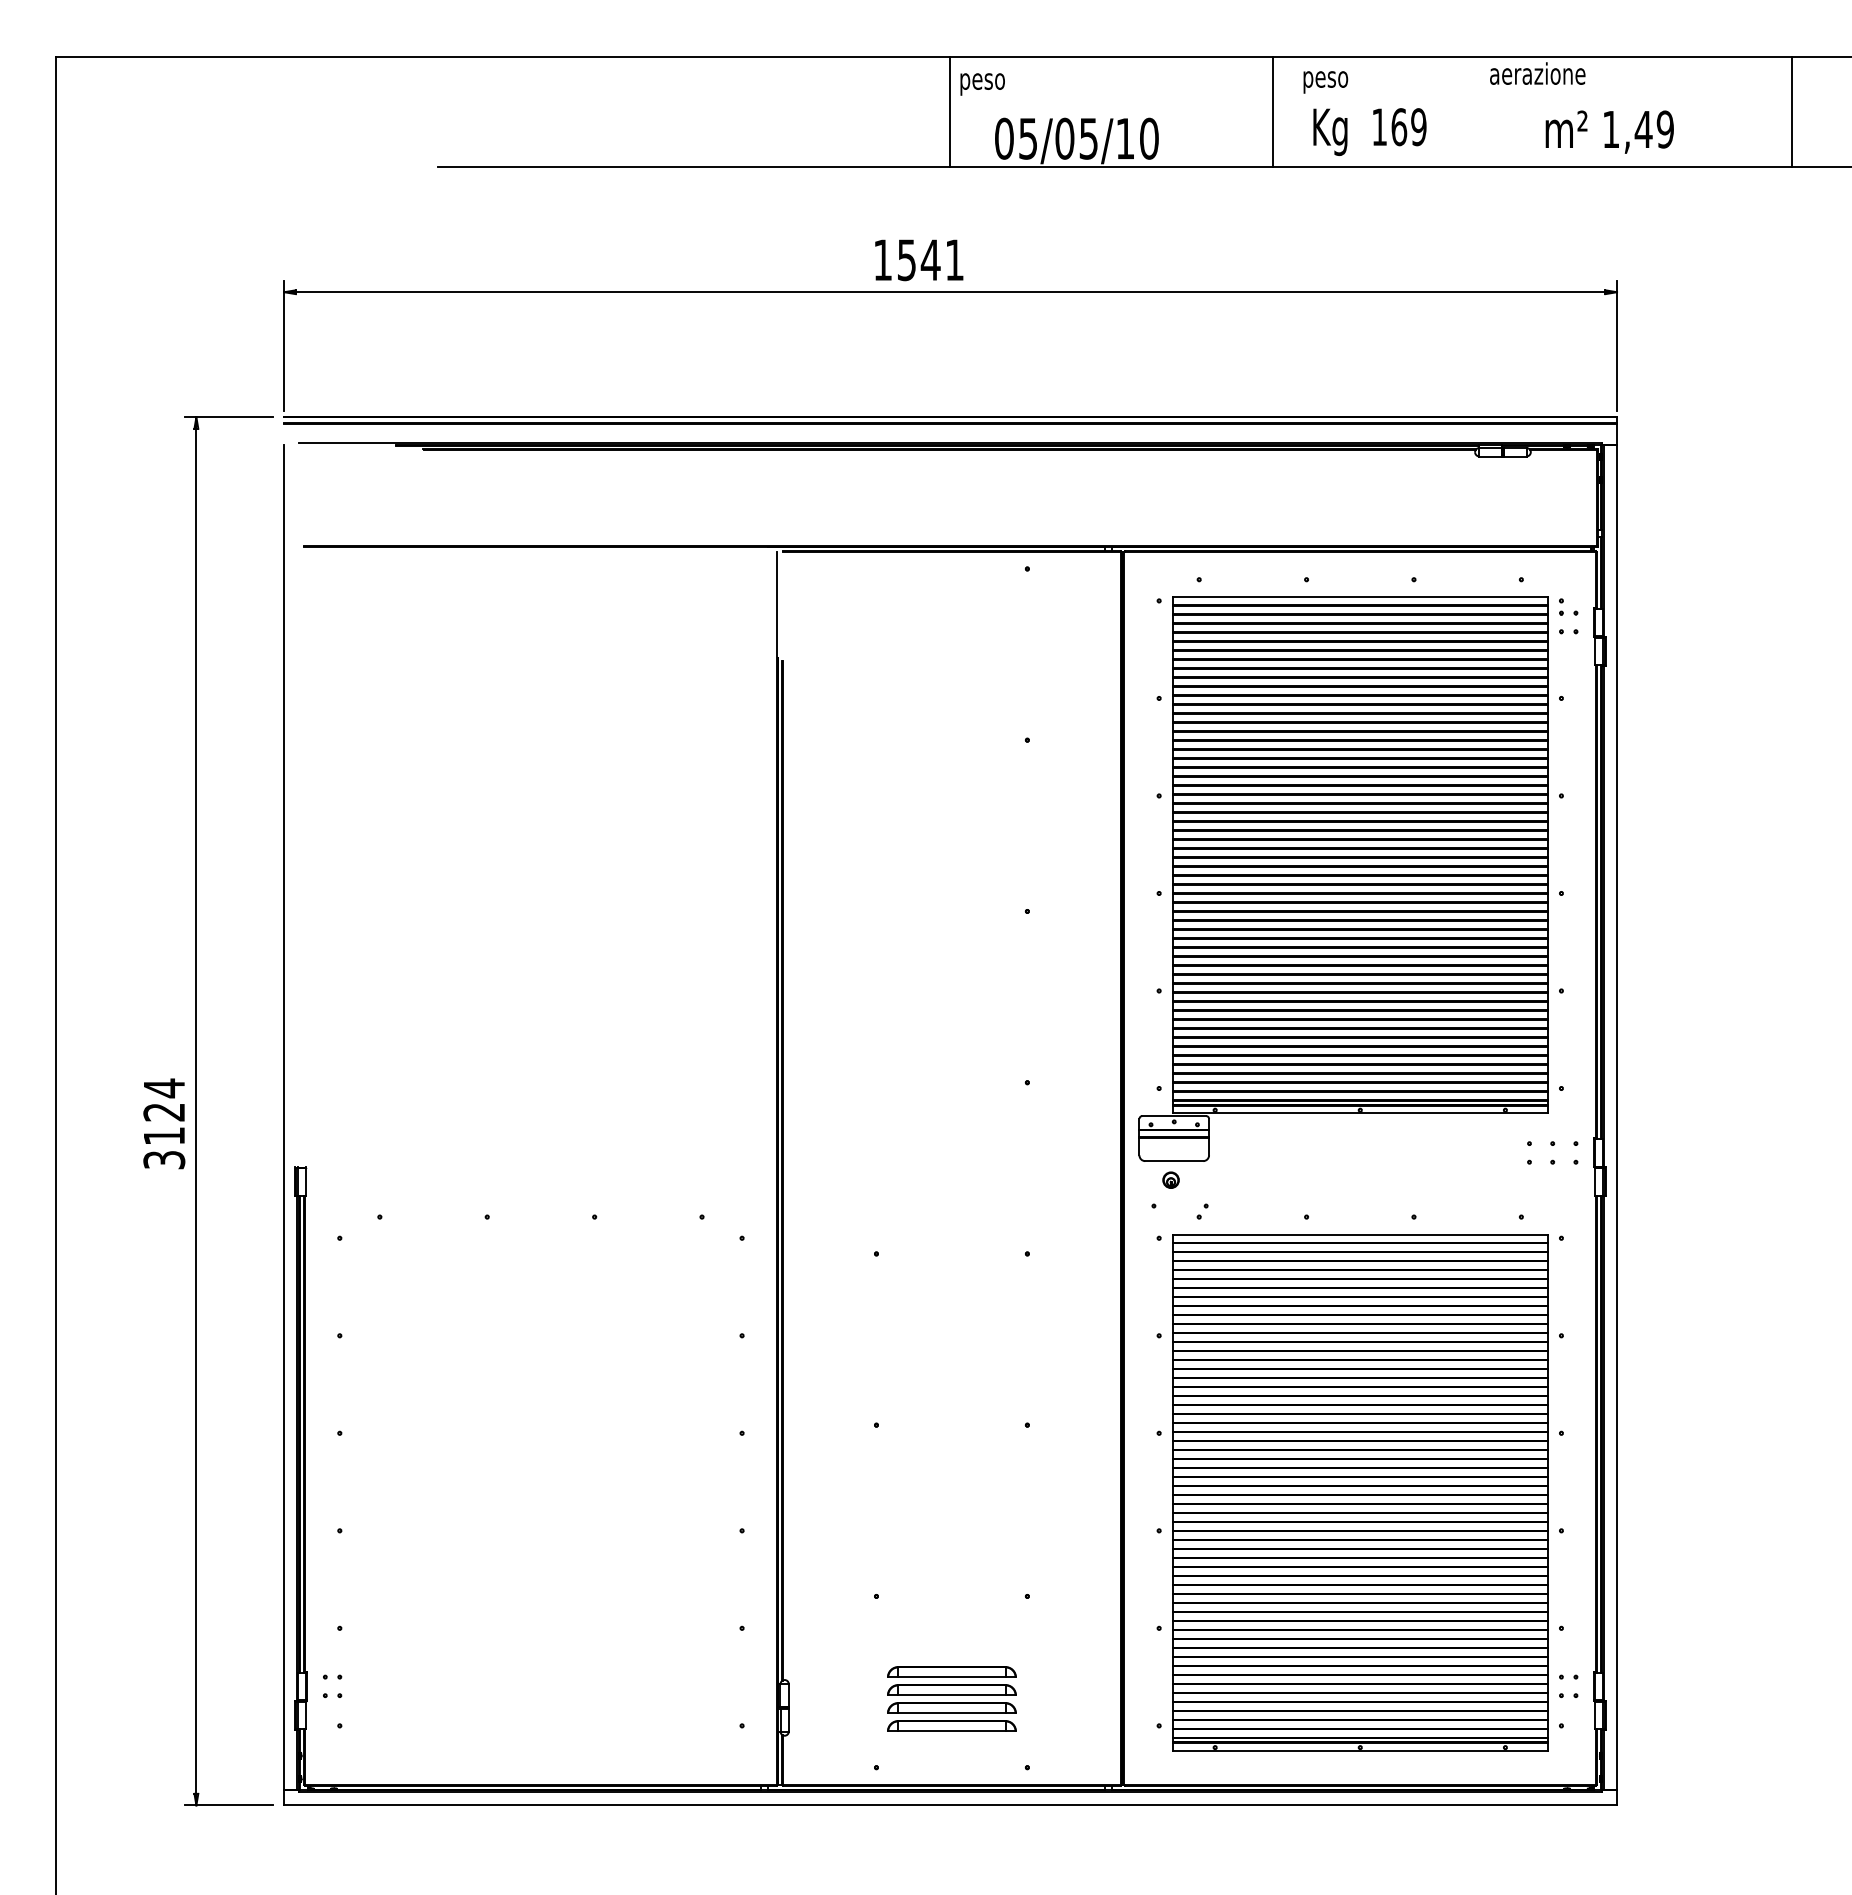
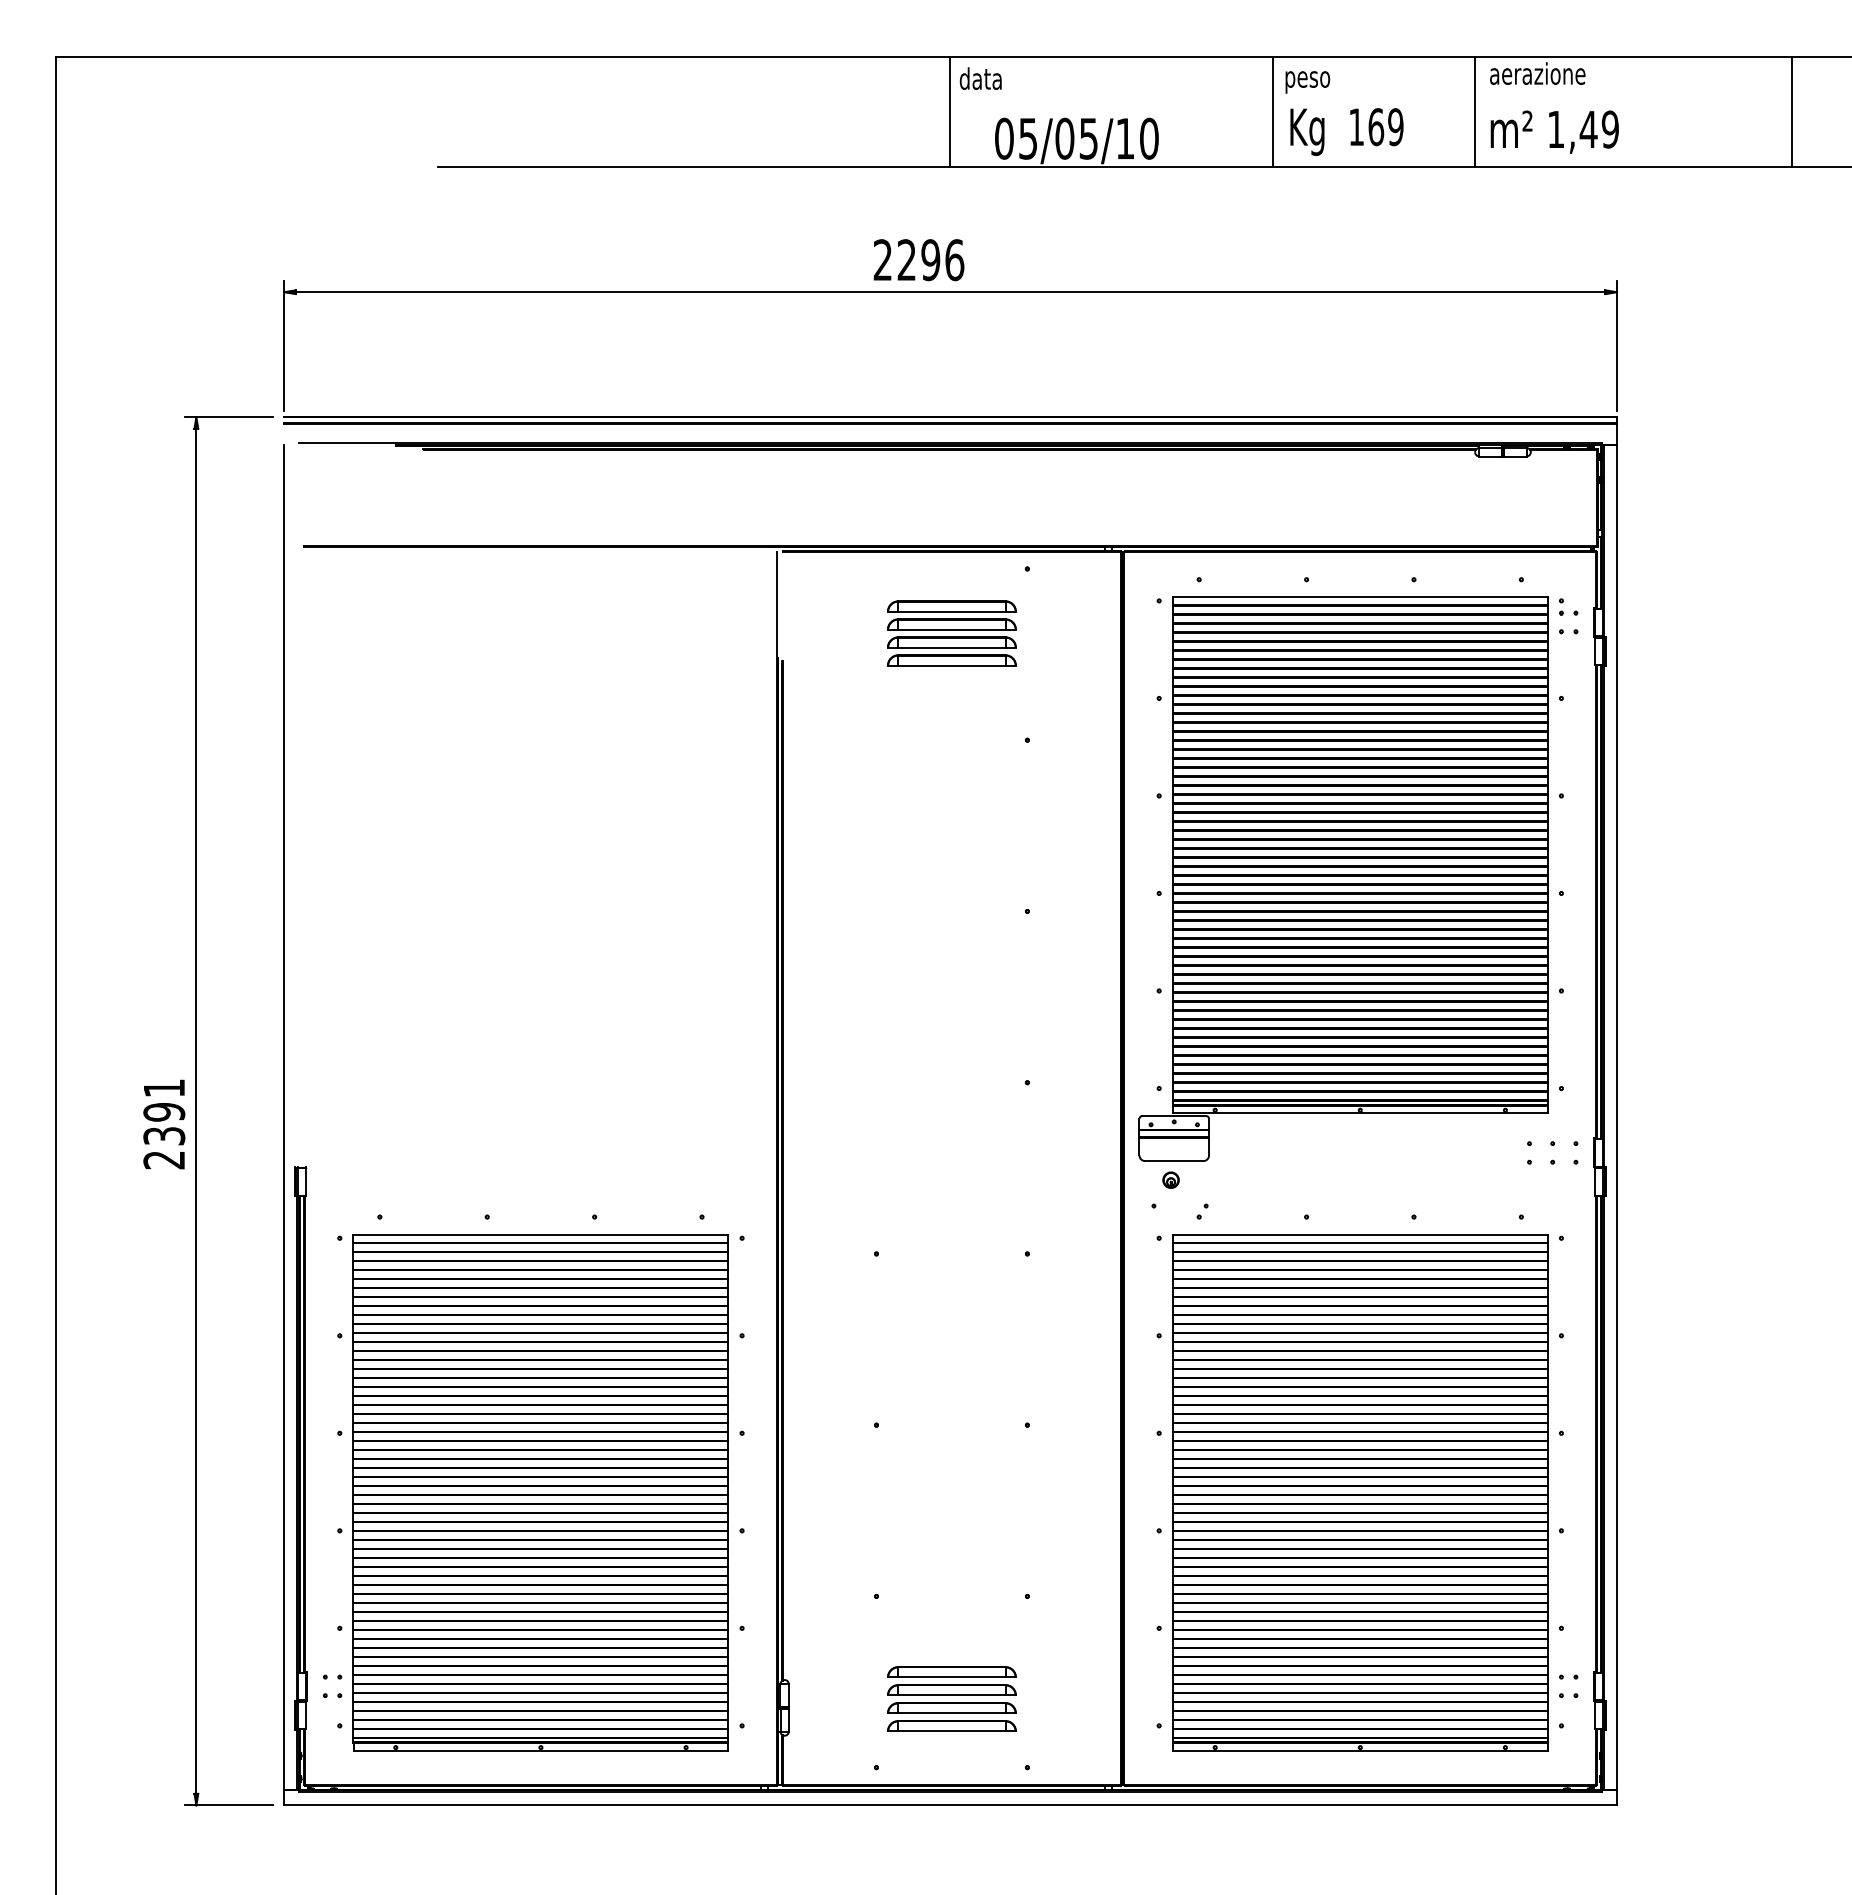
text at (981, 81): peso -> data
text at (1325, 82) position: (1325, 82) -> (1307, 82)
line at (1474, 111): none -> present
text at (1369, 131) position: (1369, 131) -> (1346, 131)
text at (1609, 131) position: (1609, 131) -> (1554, 131)
text at (918, 260): 1541 -> 2296
part at (951, 633): none -> present
text at (164, 1123): 3124 -> 2391
part at (540, 1492): none -> present
